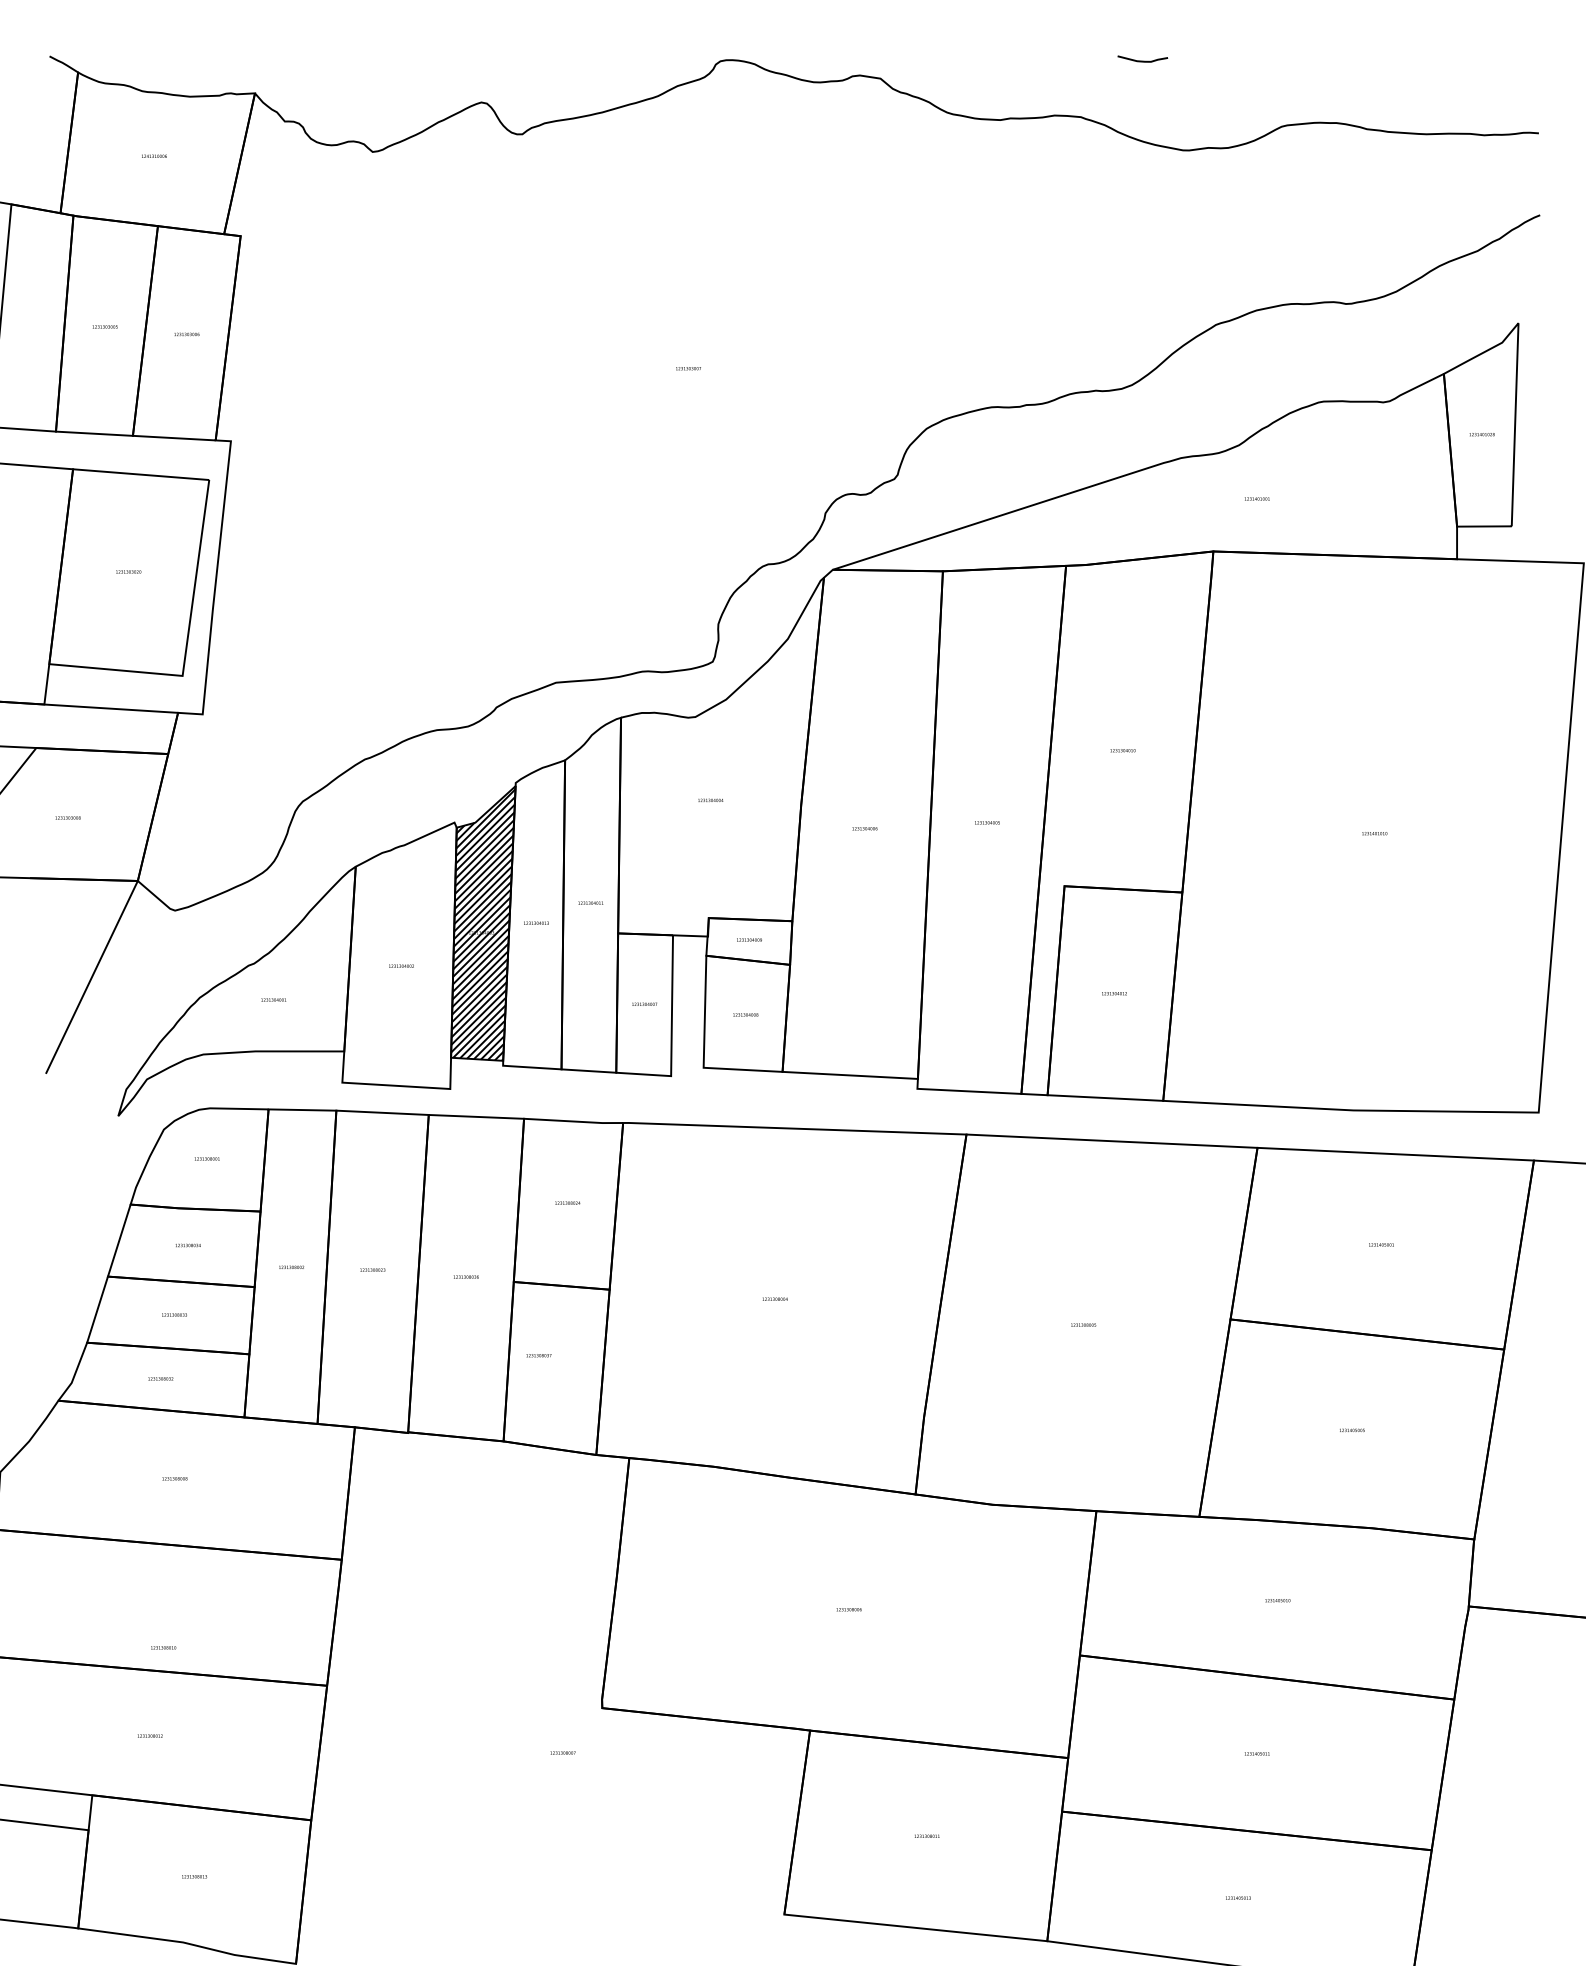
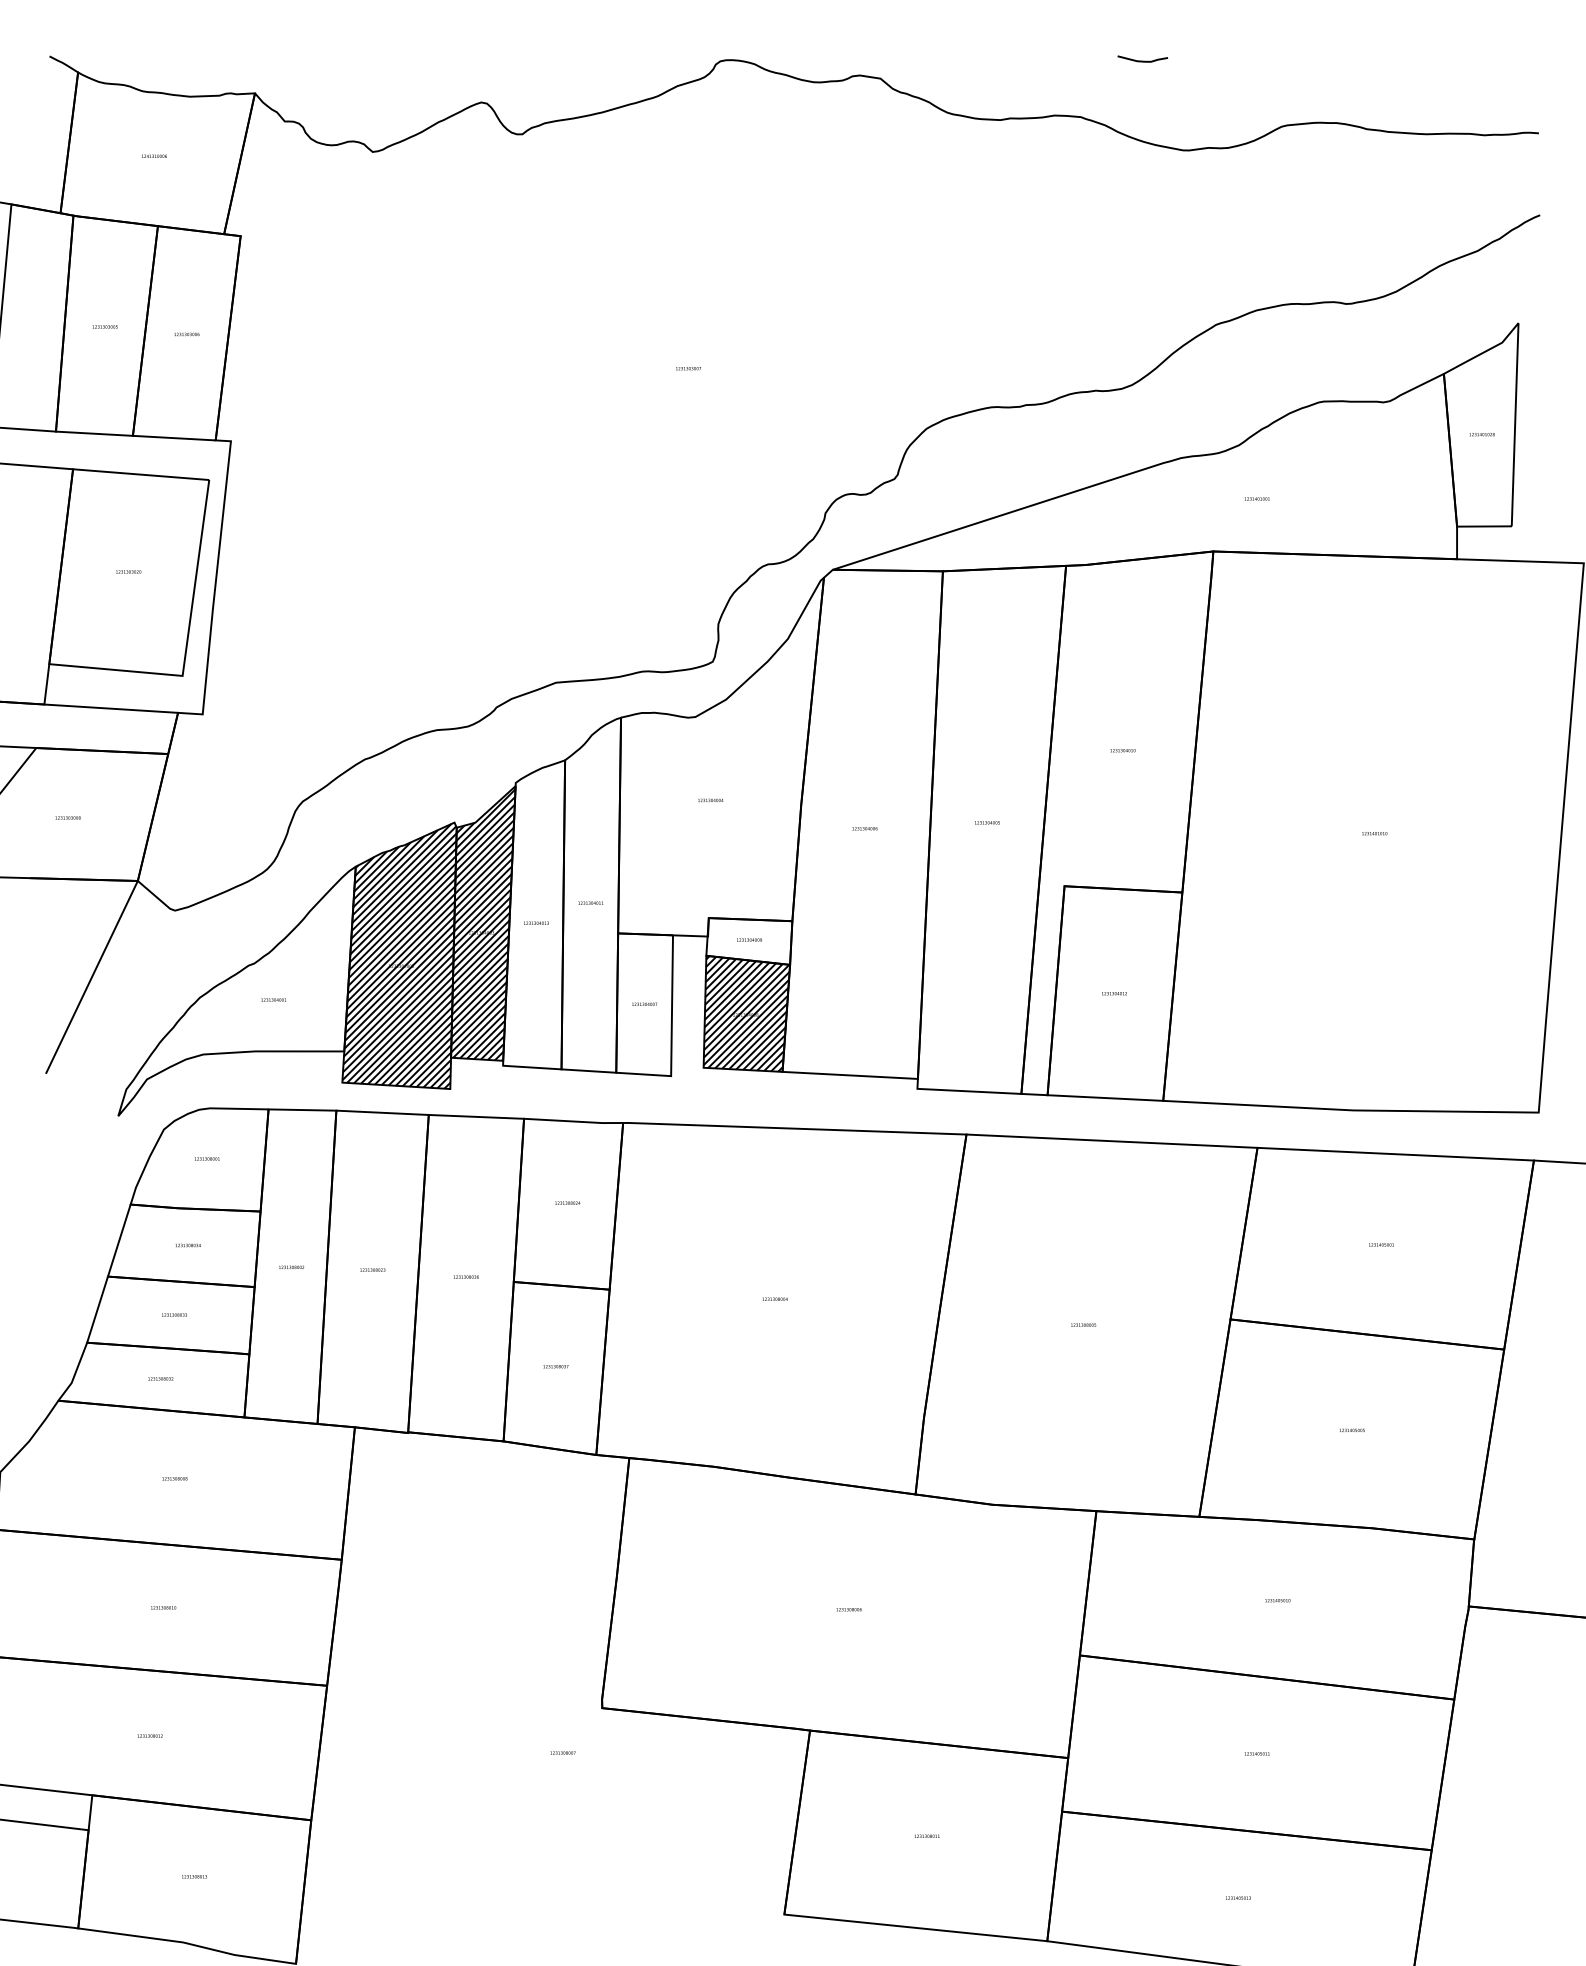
hatch at (399, 956): none -> present
hatch at (746, 1013): none -> present
text at (538, 1355) position: (538, 1355) -> (555, 1366)
text at (163, 1647) position: (163, 1647) -> (163, 1607)
